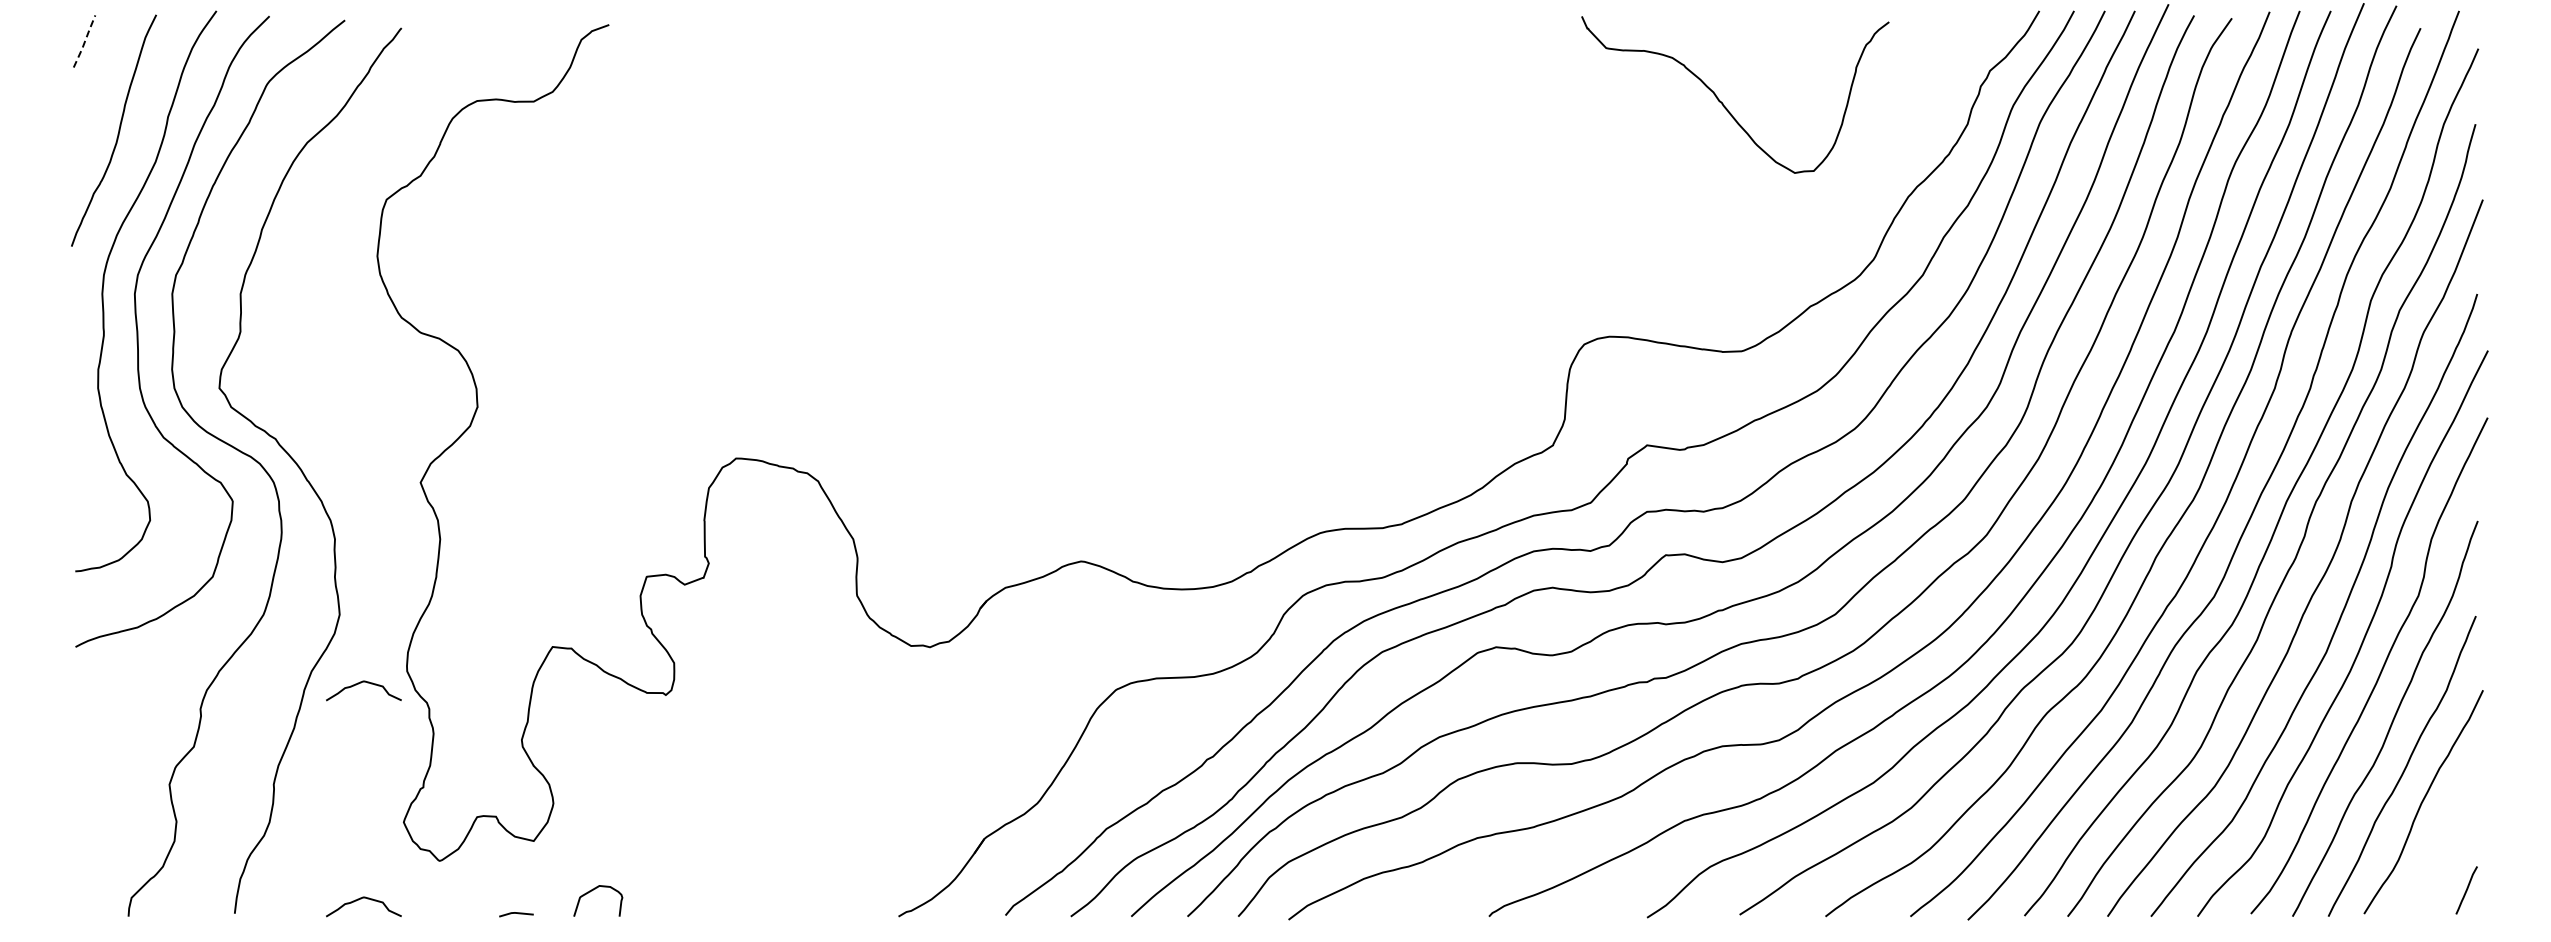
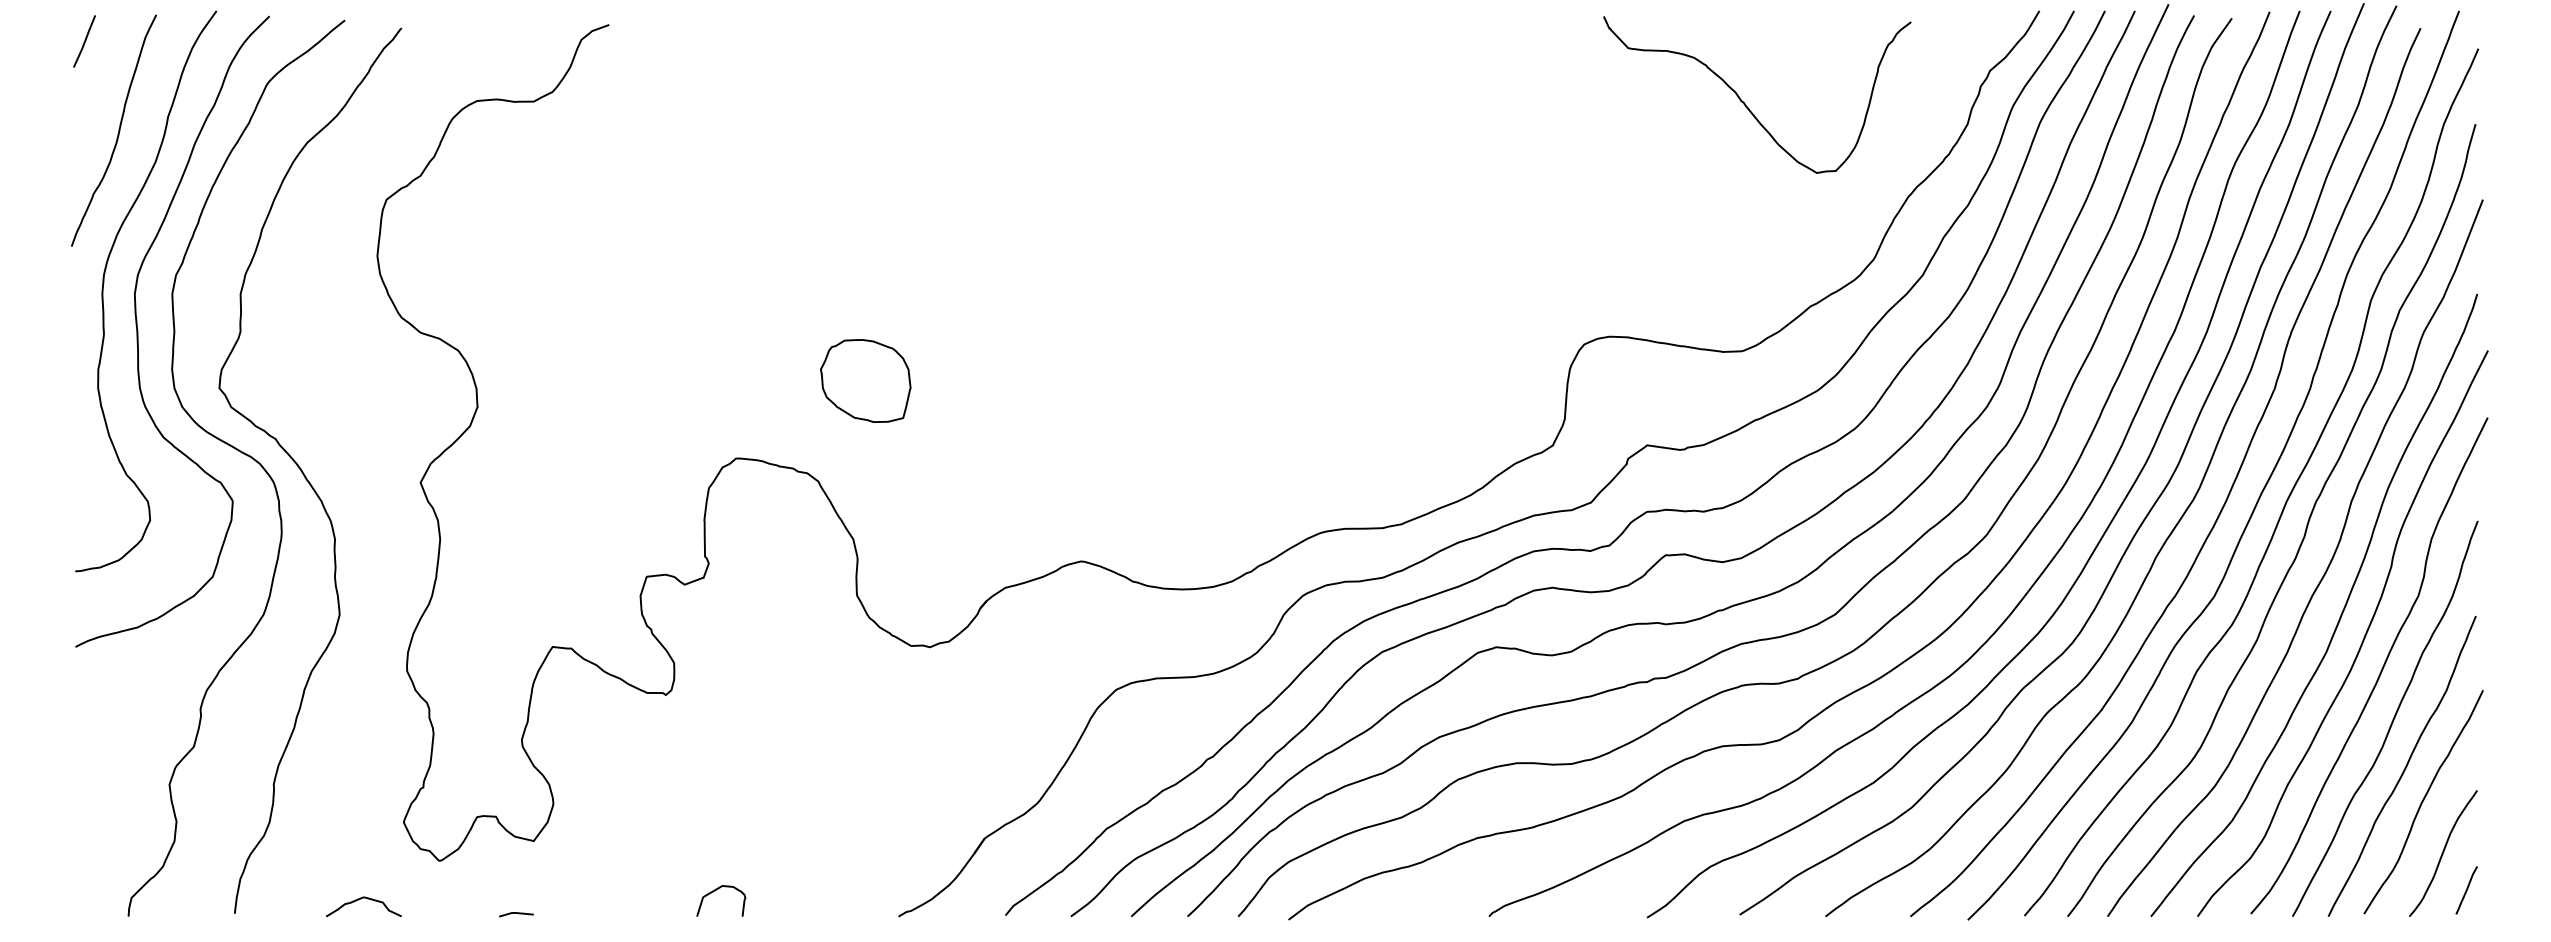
line at (85, 41): dashed -> solid
curve at (1723, 103) position: (1723, 103) -> (1745, 103)
part at (865, 380): none -> present
curve at (361, 683): present -> none
curve at (2443, 853): none -> present
curve at (592, 891) position: (592, 891) -> (715, 891)
